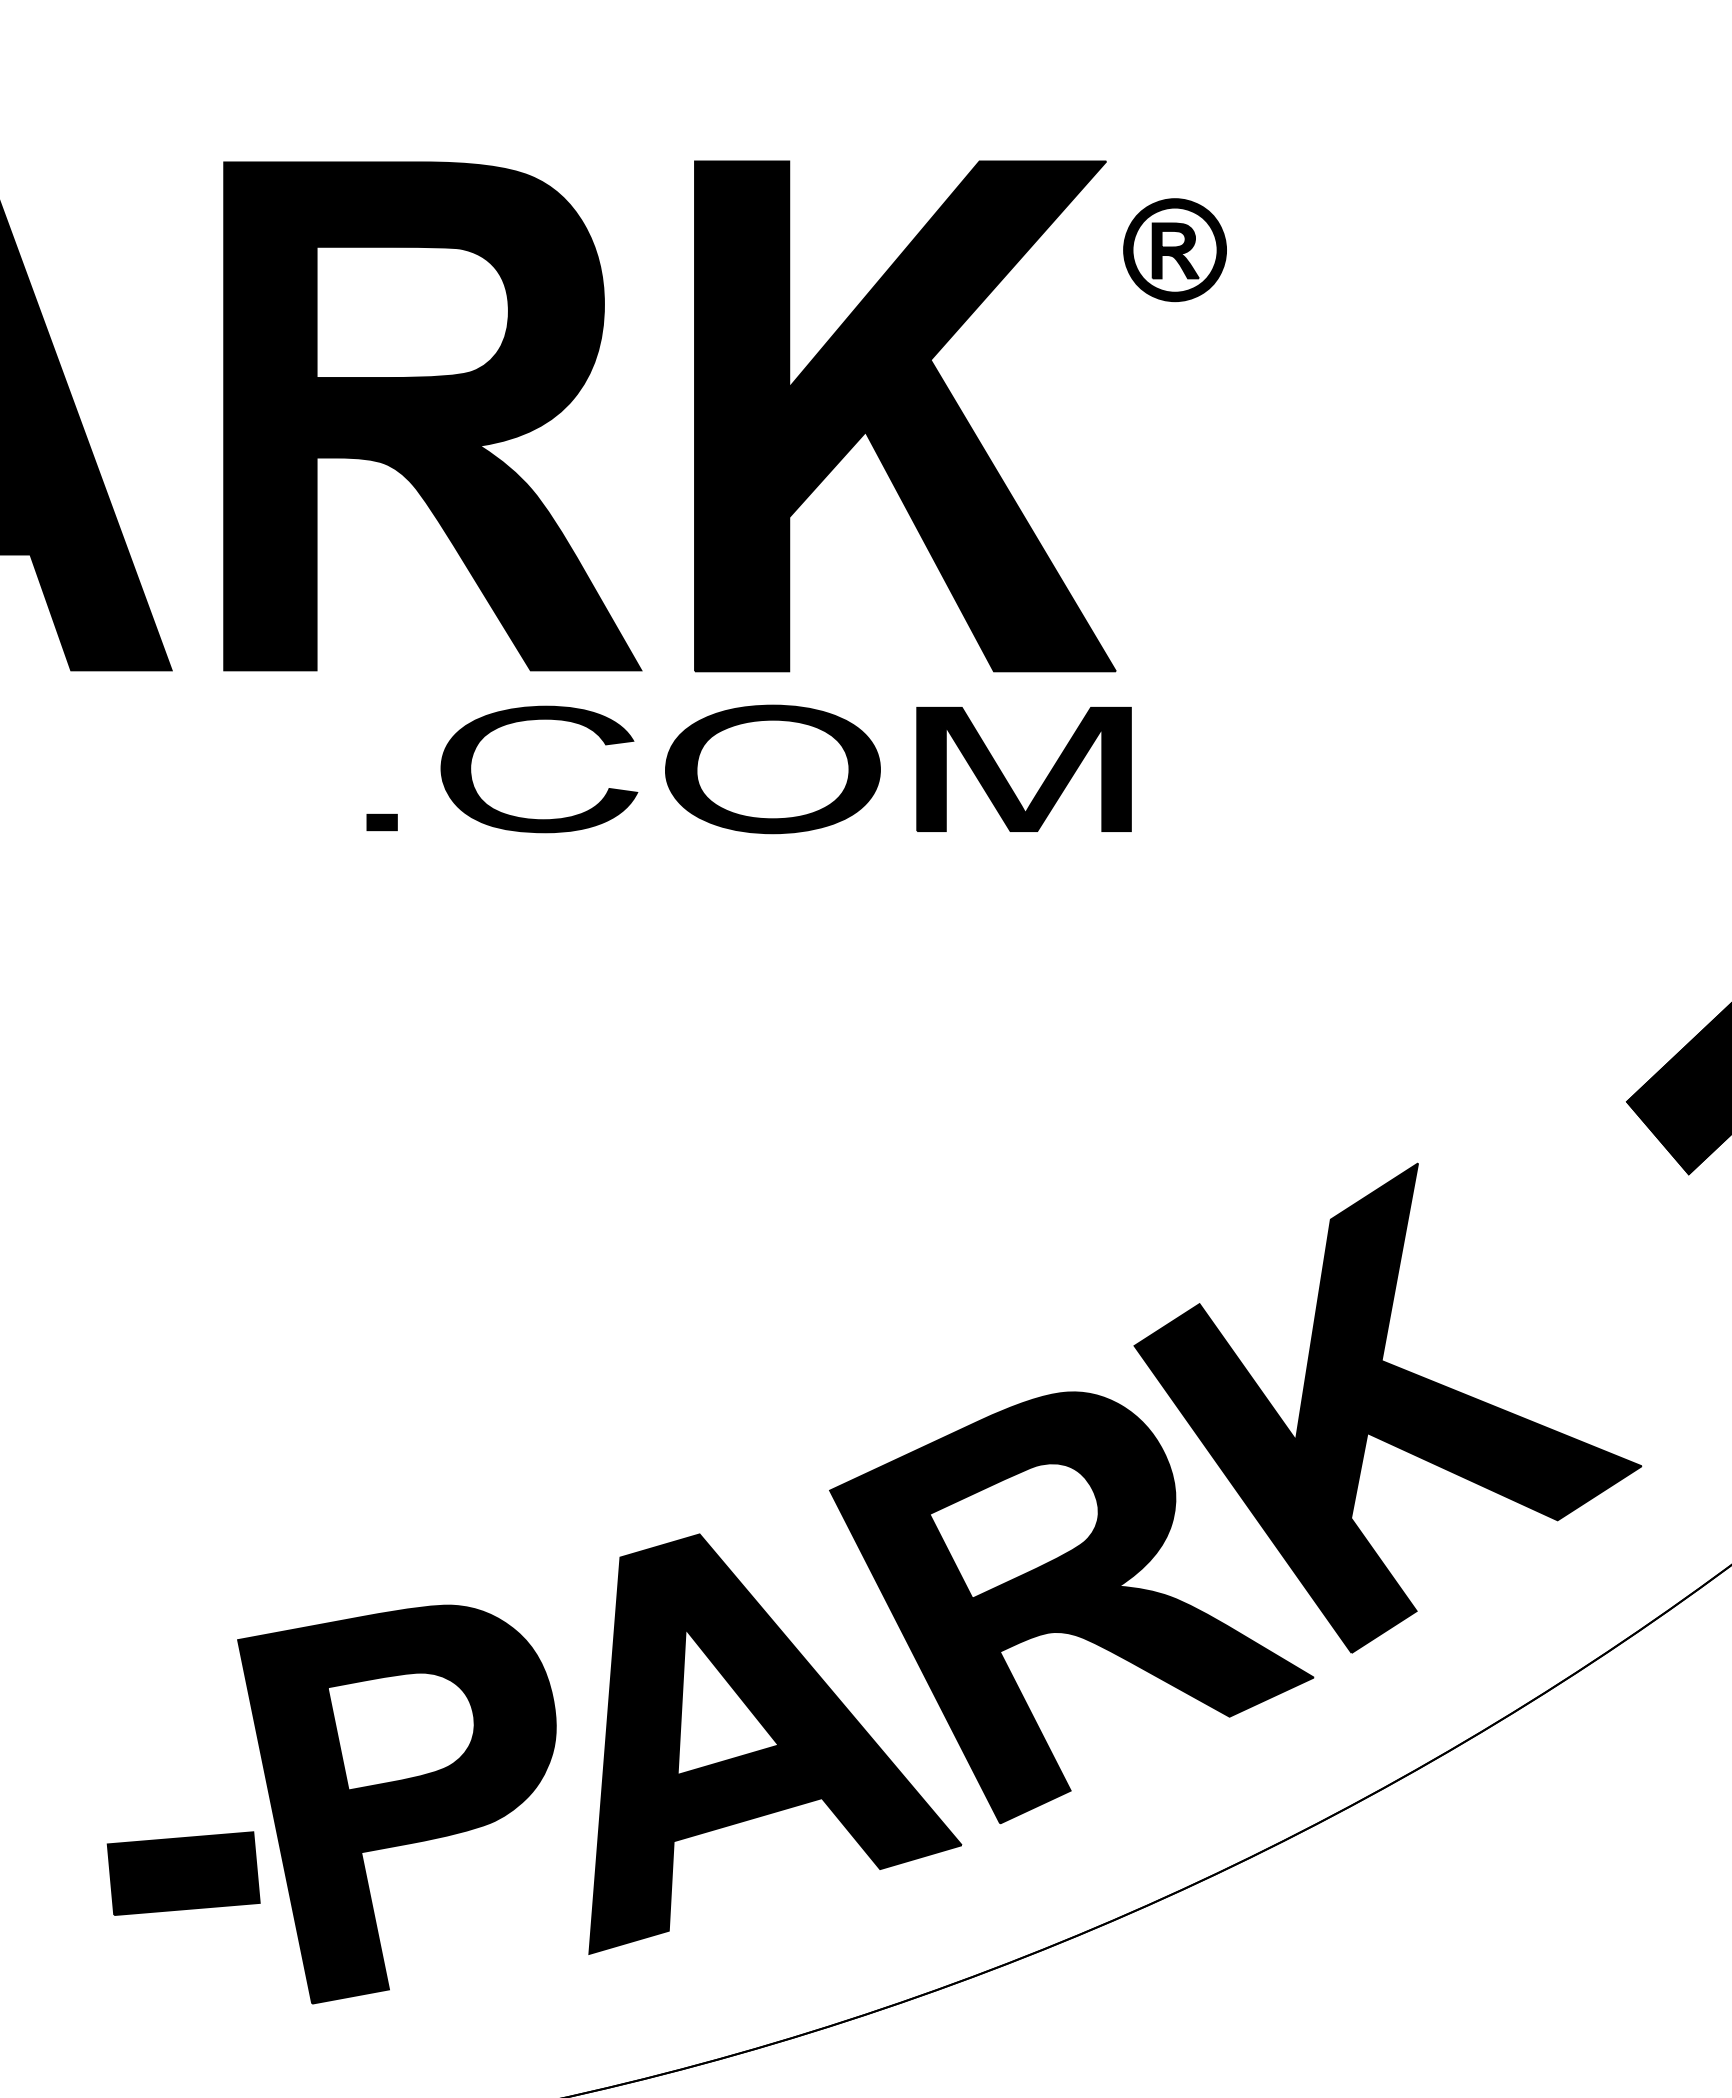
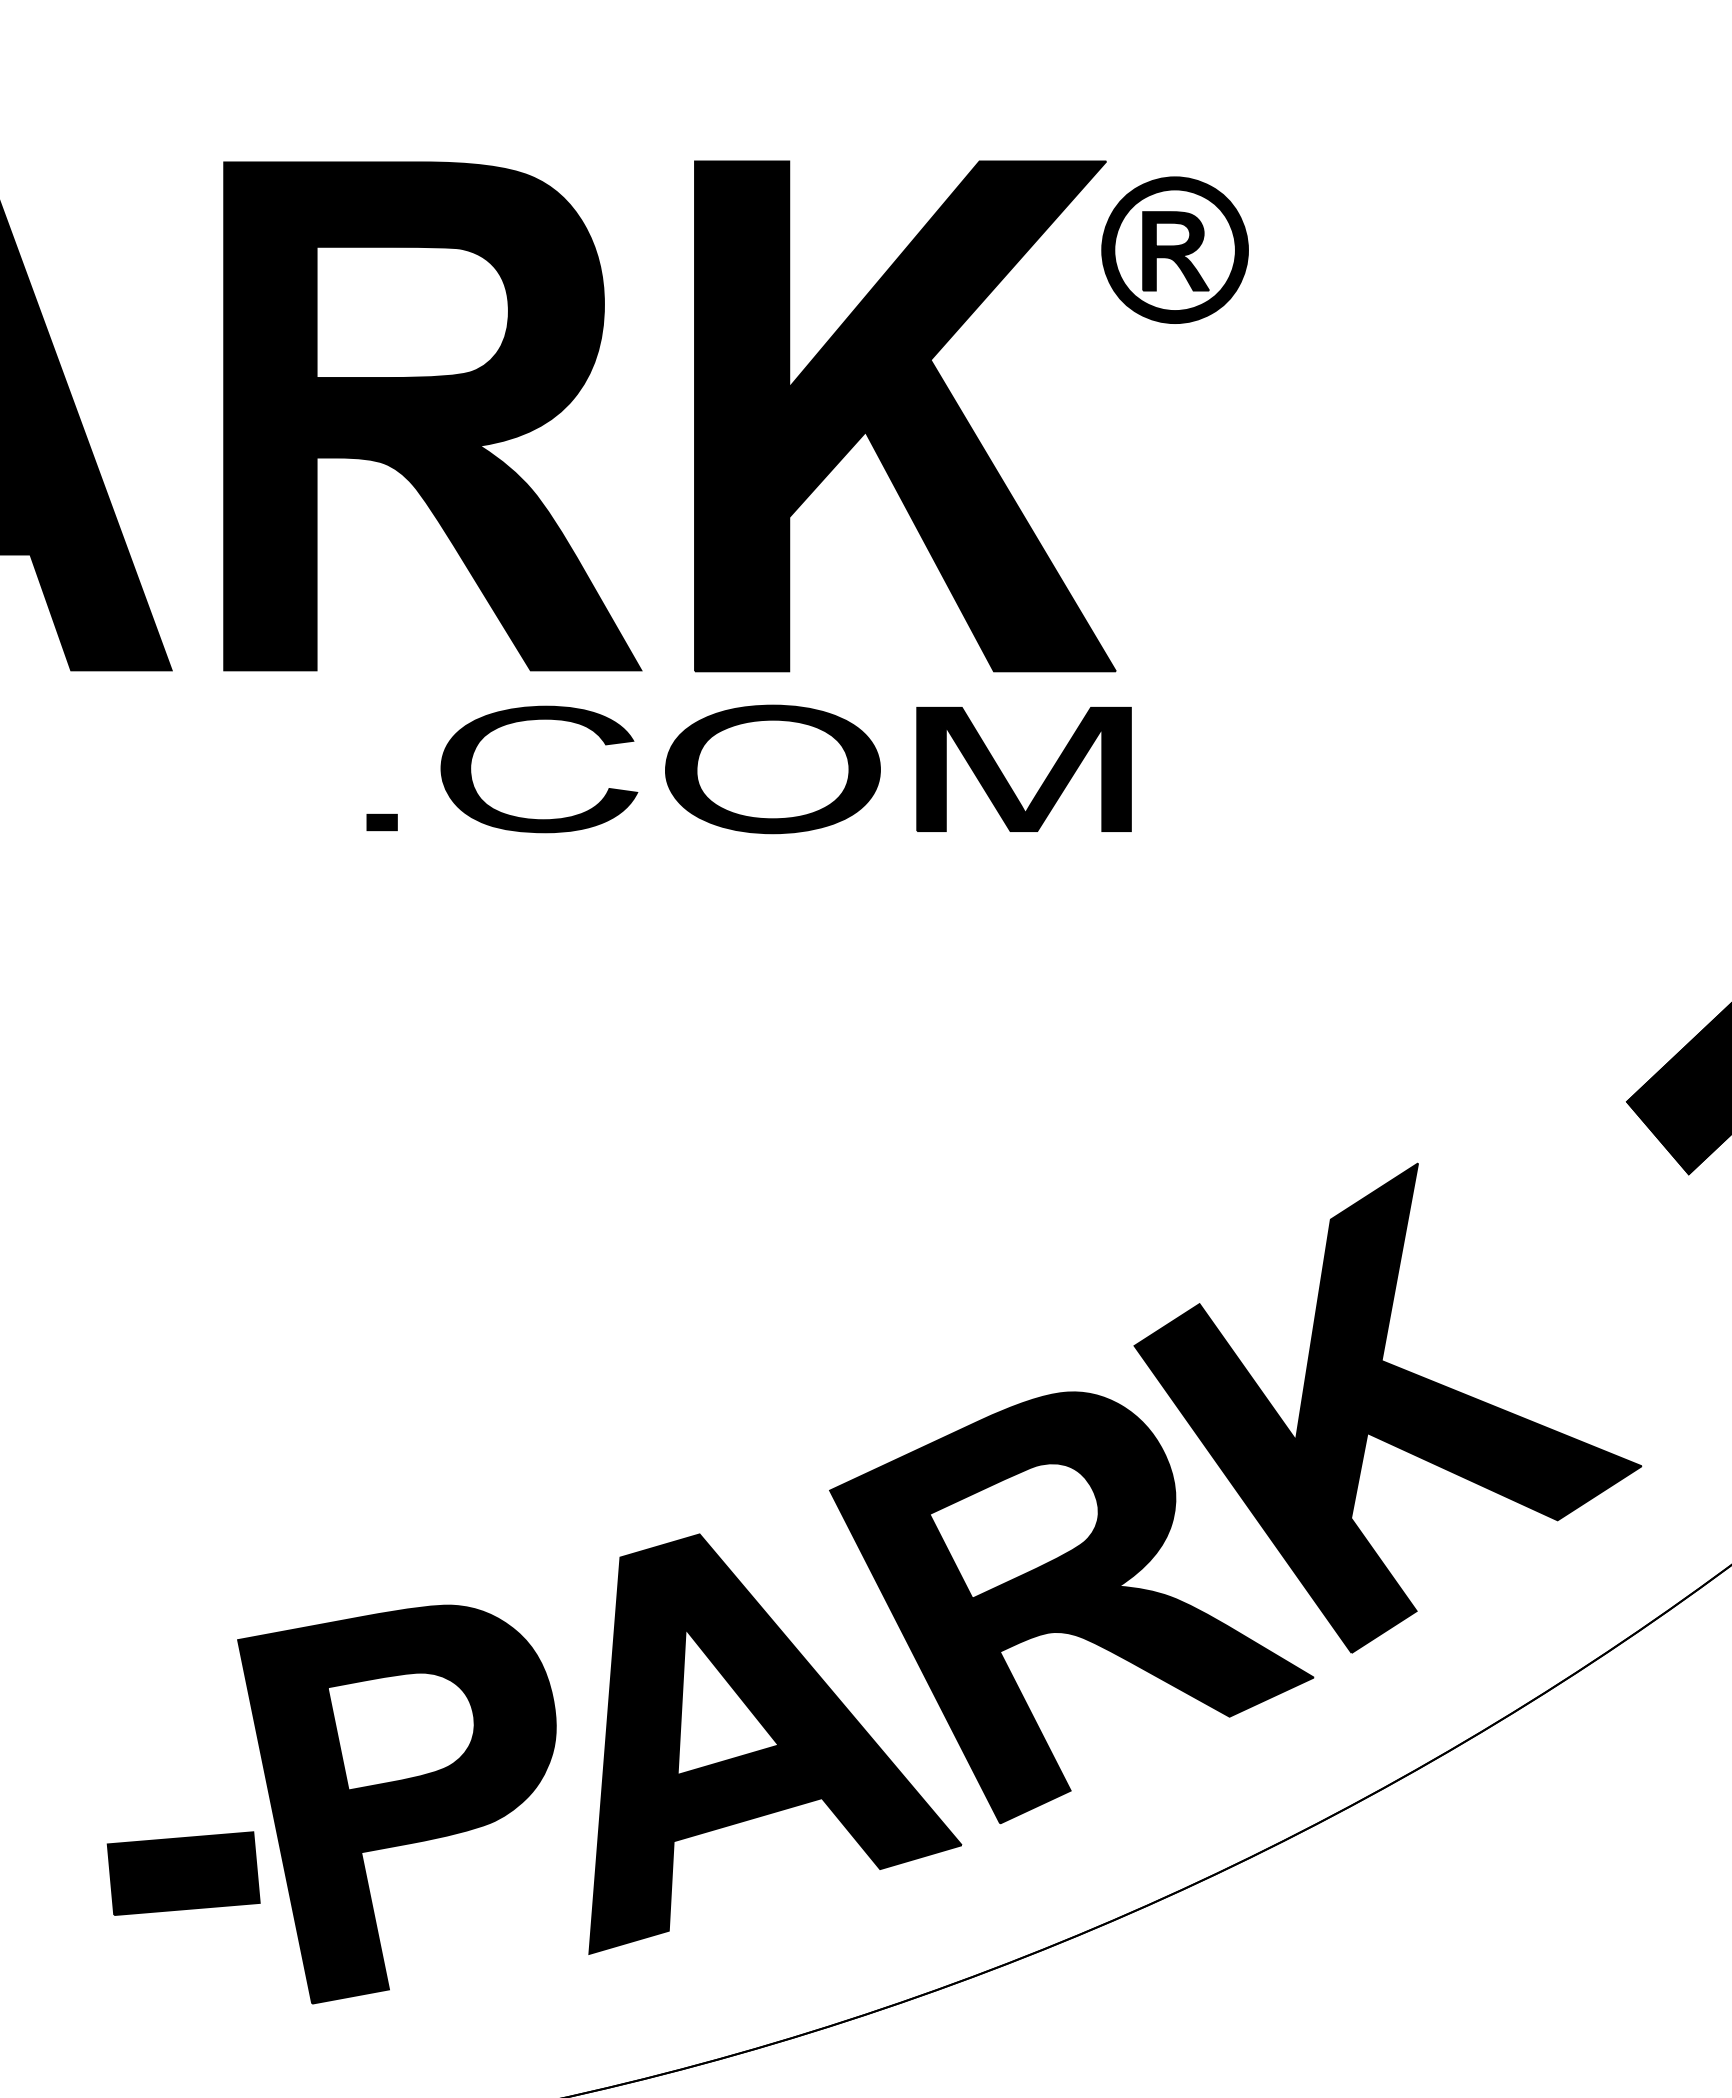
part at (1174, 250) size: 104x105 px -> 148x148 px
